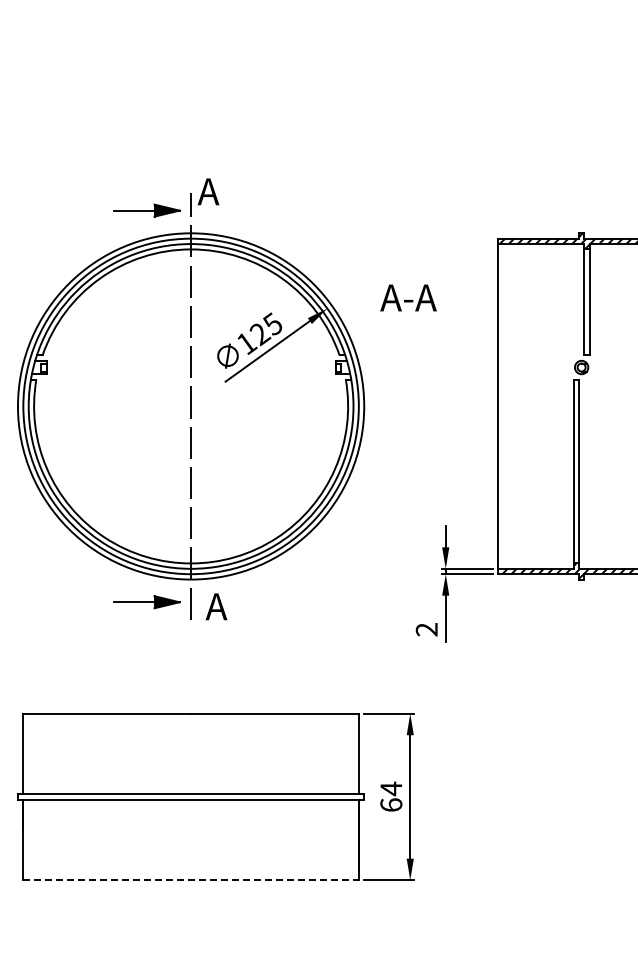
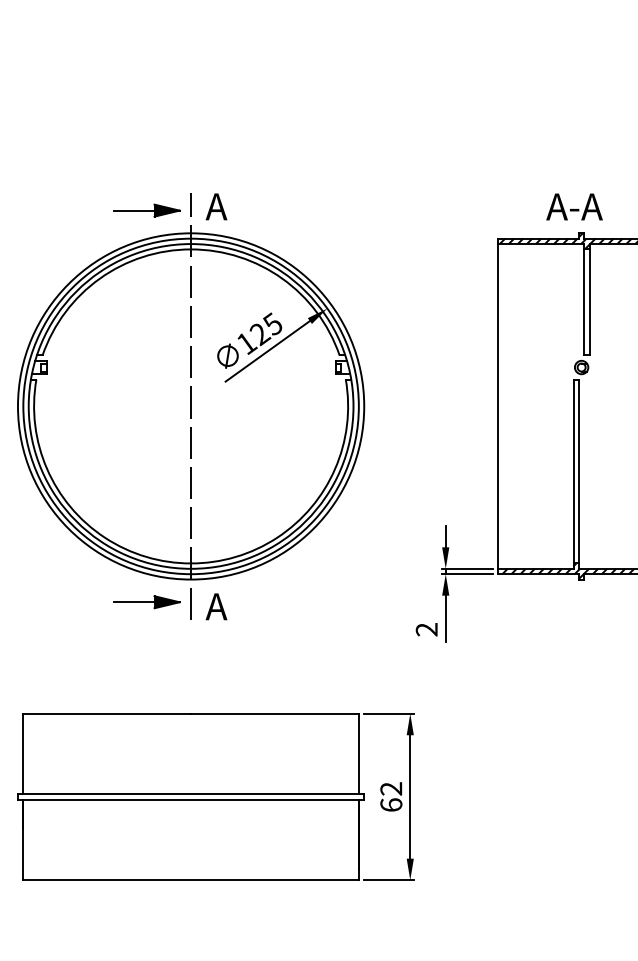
text at (208, 191) position: (208, 191) -> (216, 206)
text at (408, 297) position: (408, 297) -> (574, 206)
text at (391, 788): 64 -> 62
line at (191, 880): dashed -> solid
